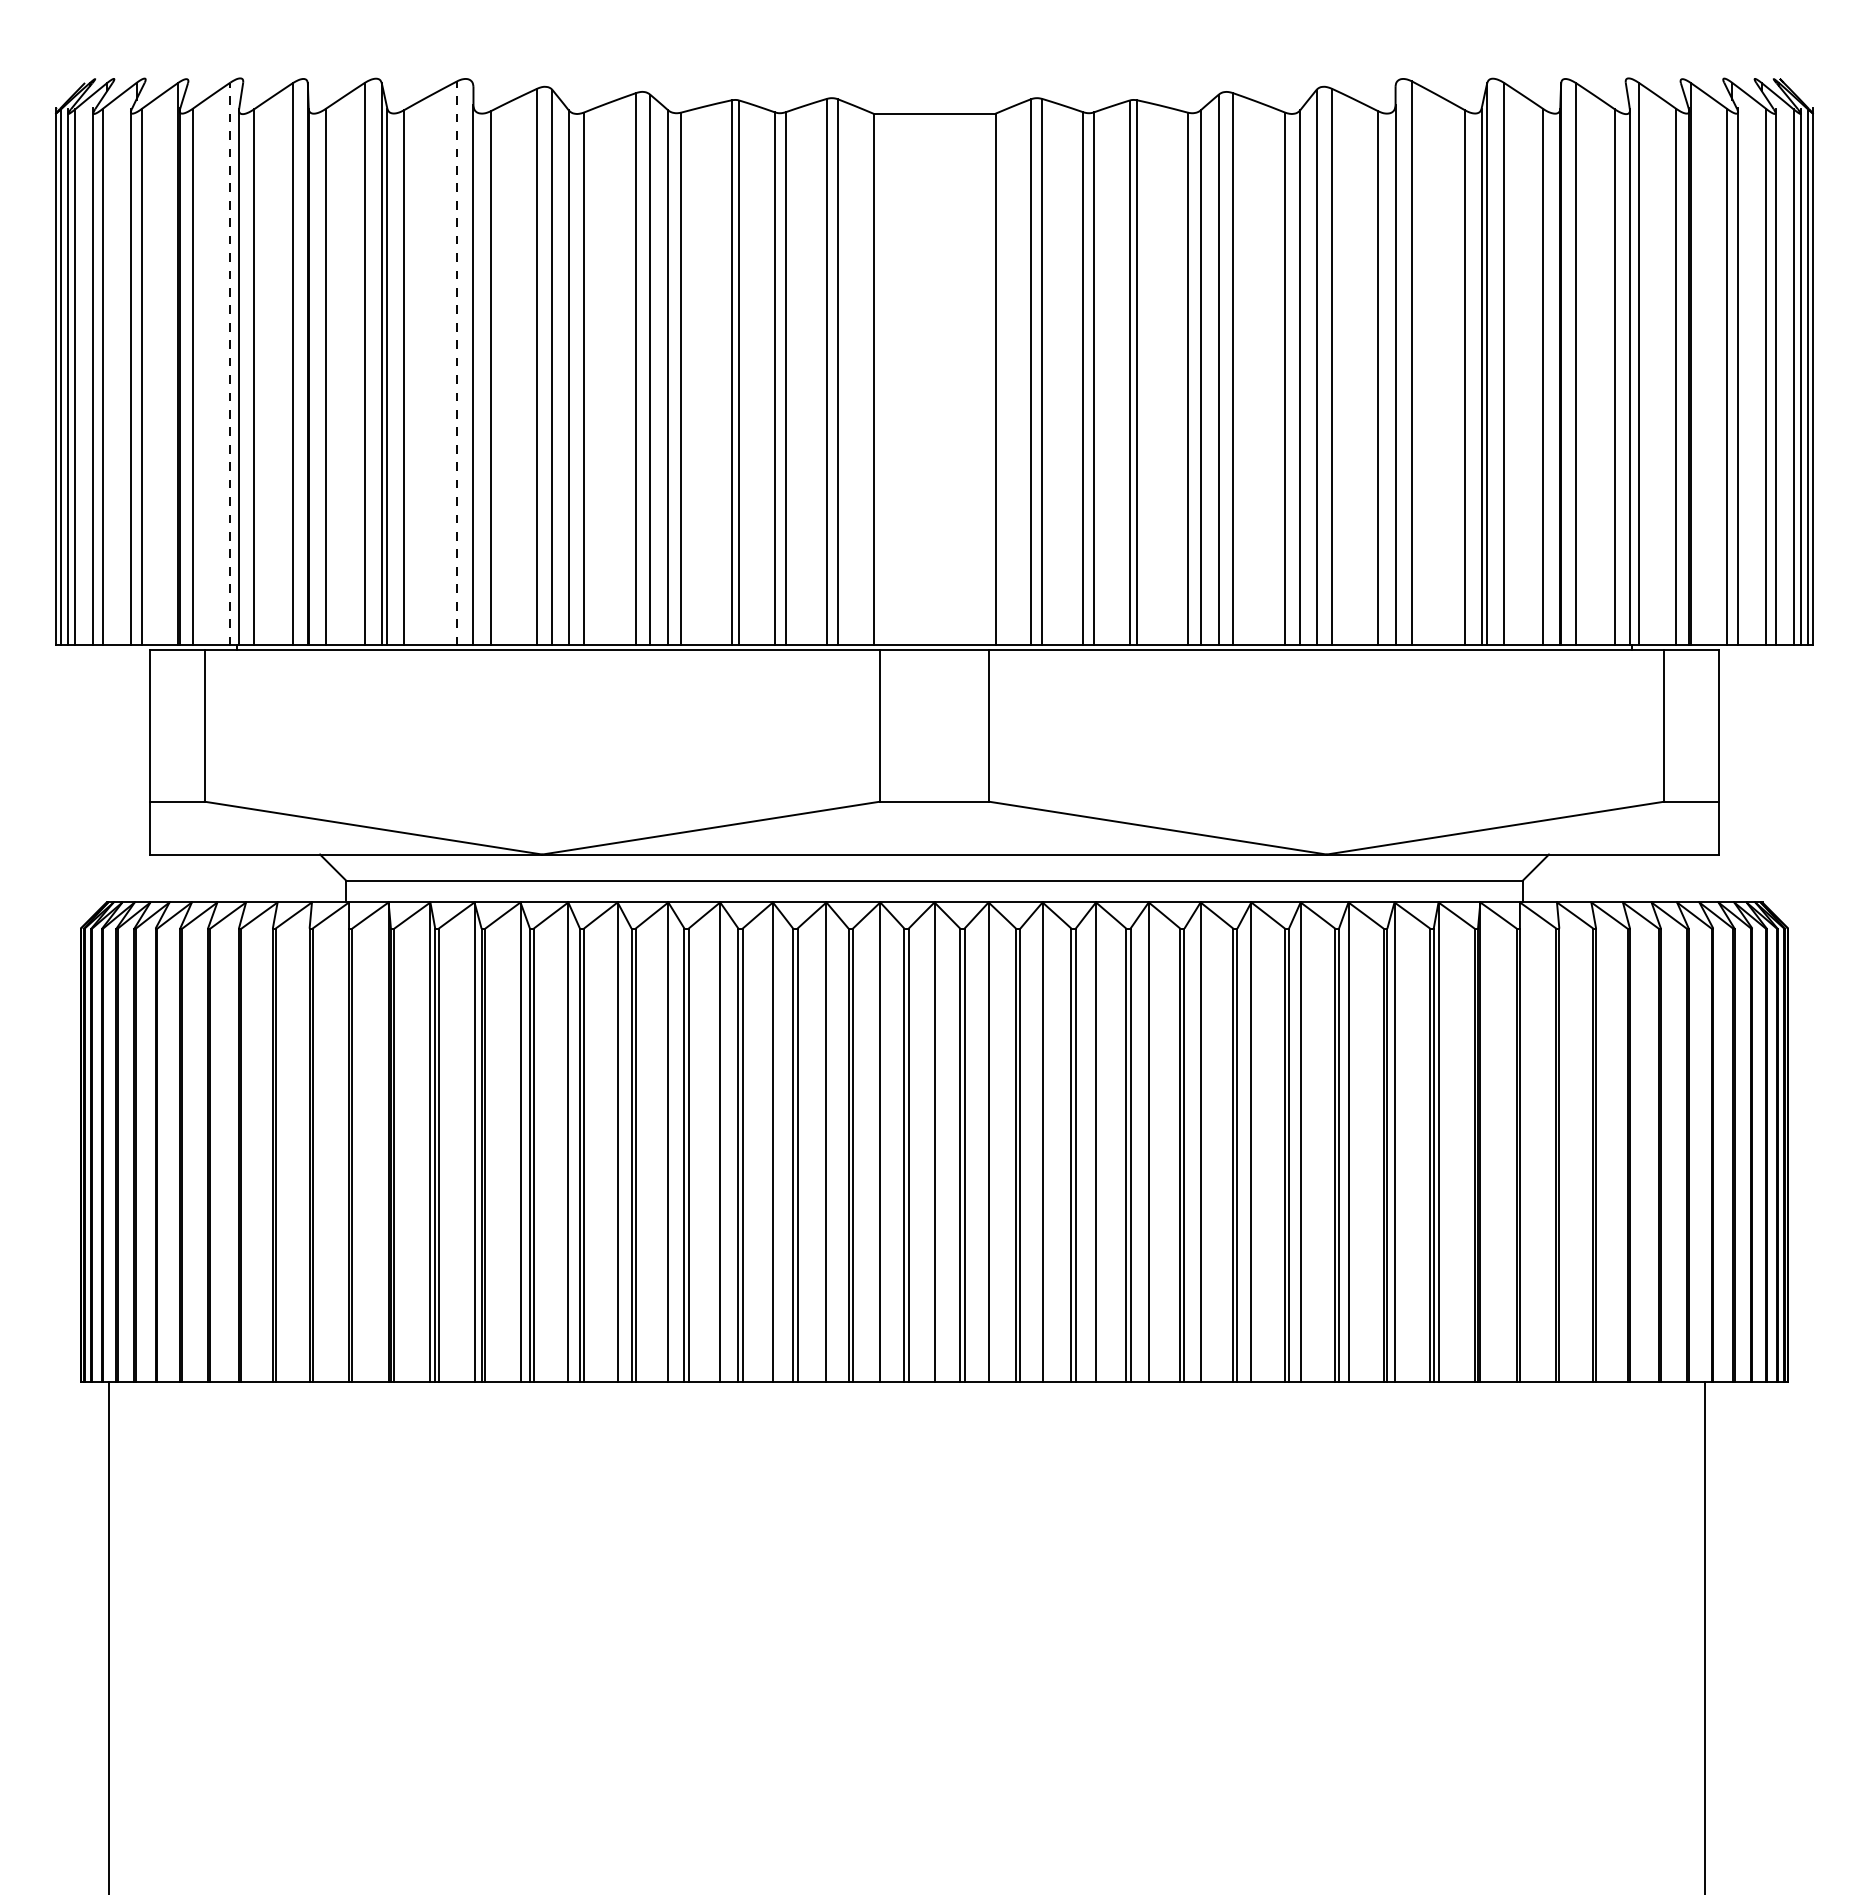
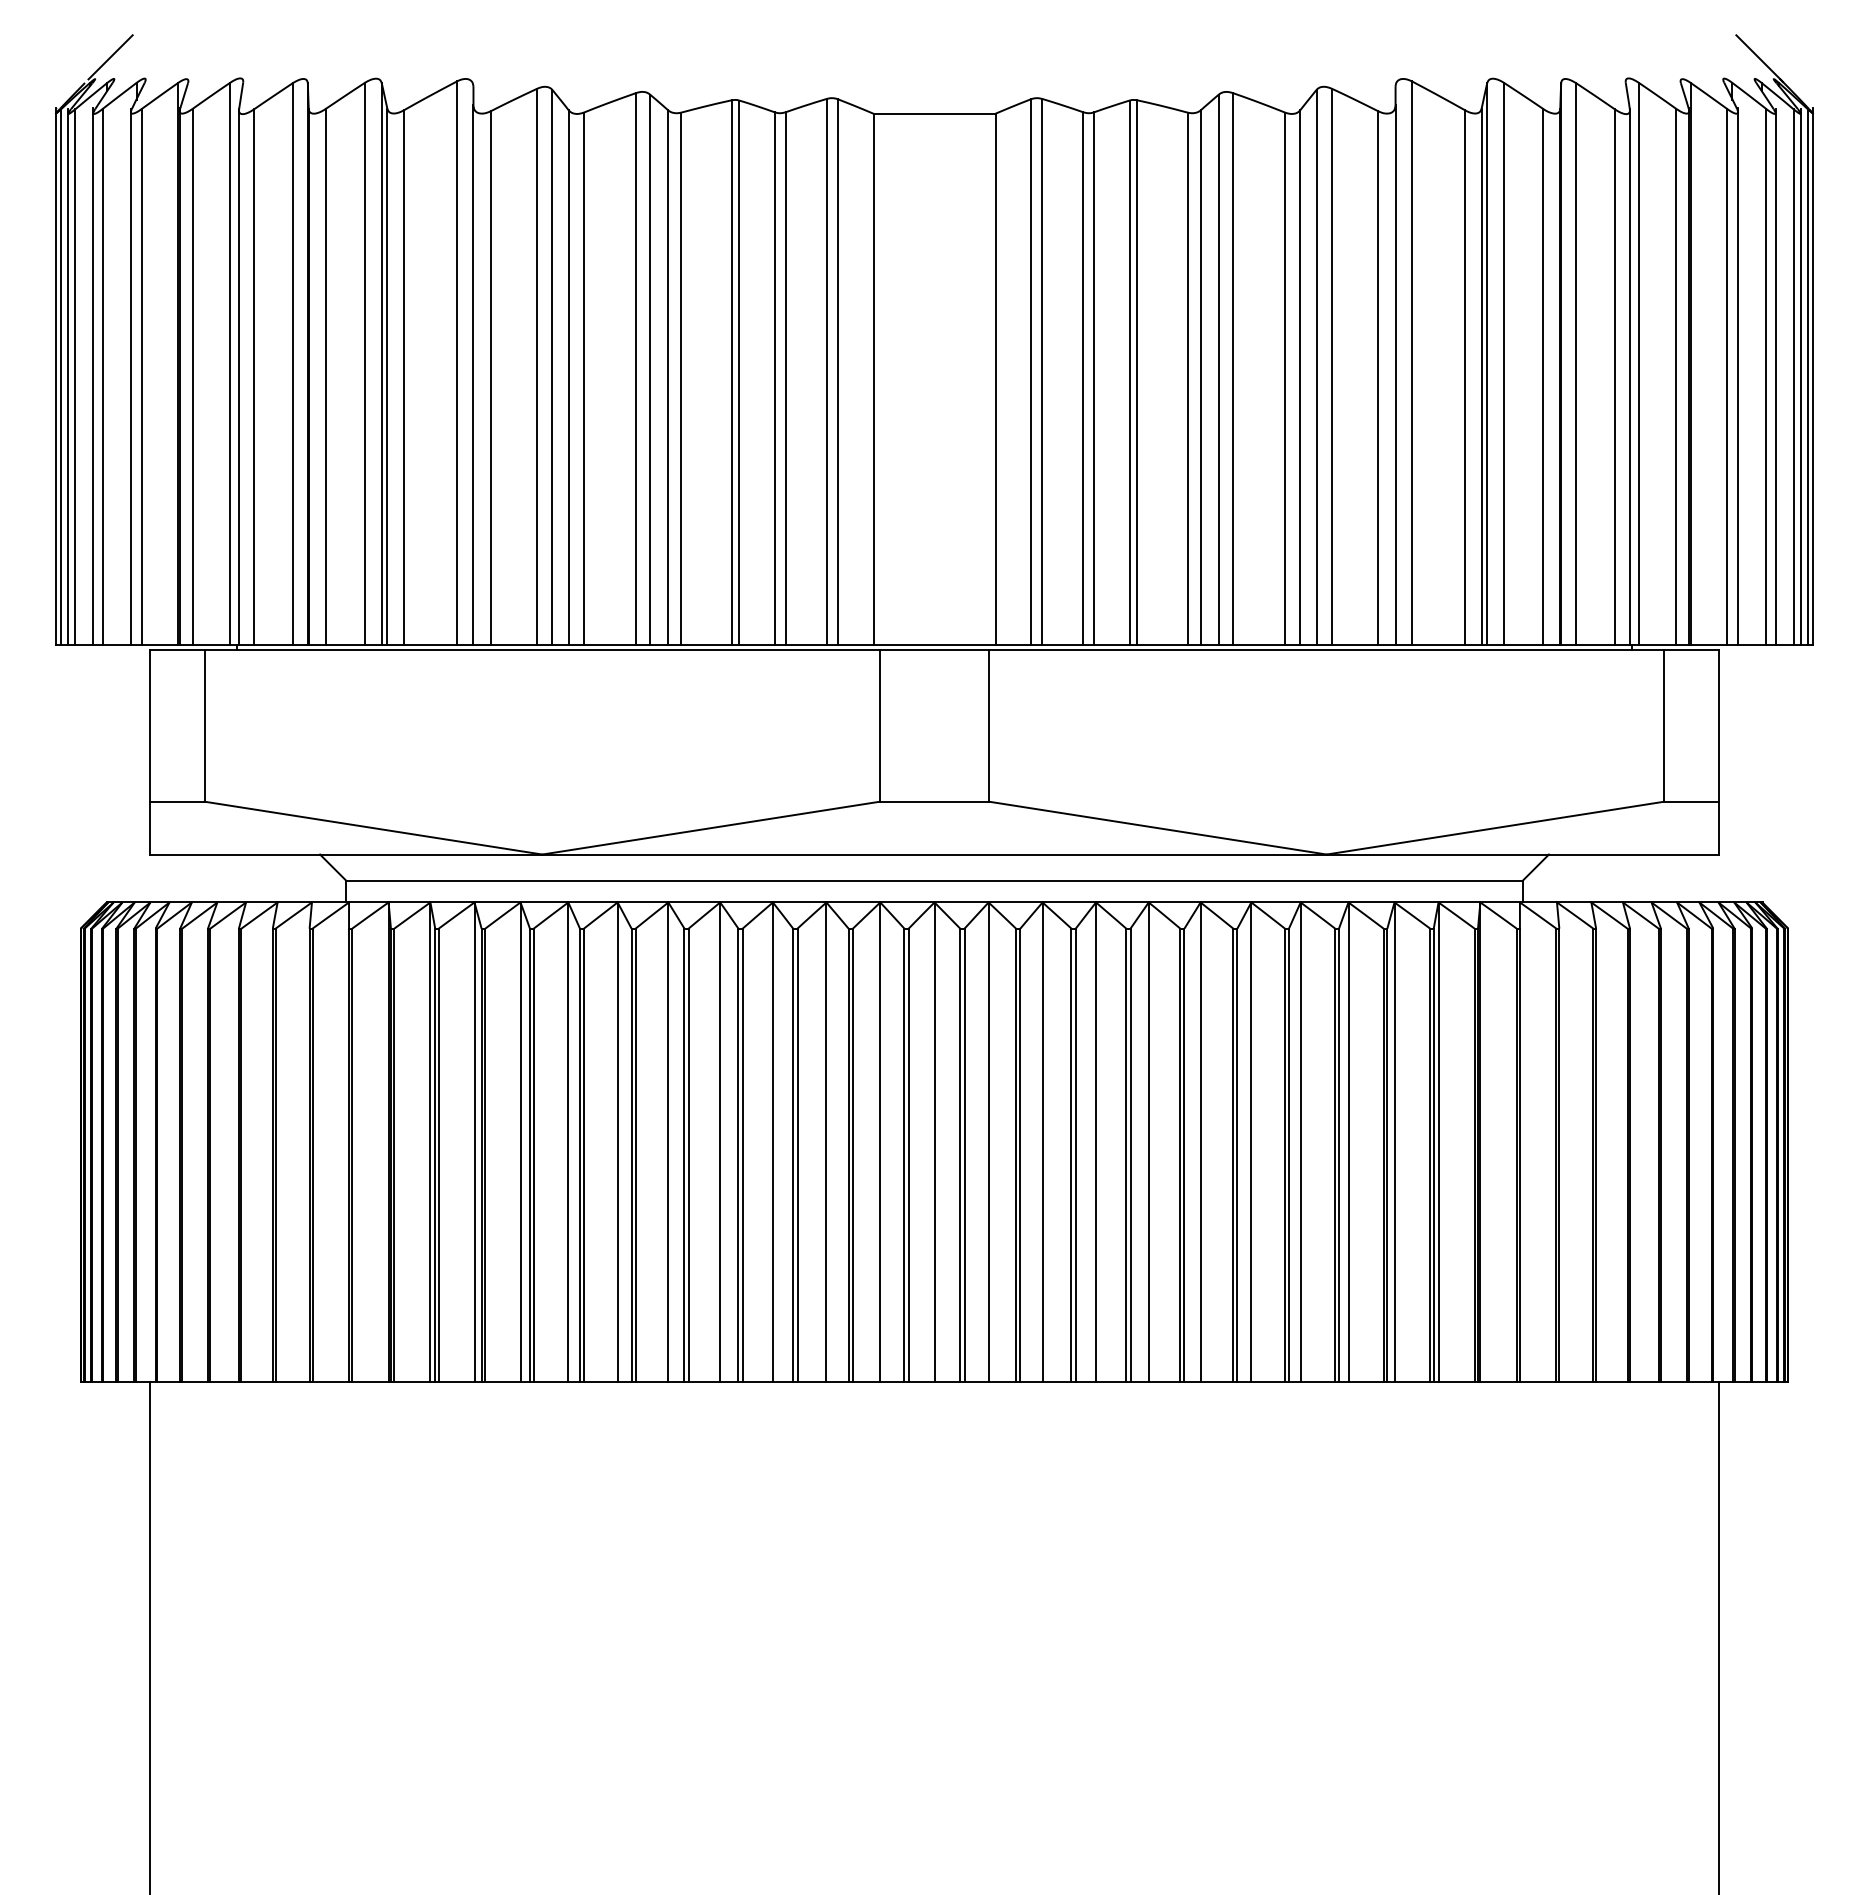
line at (1757, 56): none -> present
line at (110, 57): none -> present
line at (230, 363): dashed -> solid
line at (456, 363): dashed -> solid
line at (109, 1636) position: (109, 1636) -> (150, 1636)
line at (1704, 1636) position: (1704, 1636) -> (1718, 1636)
